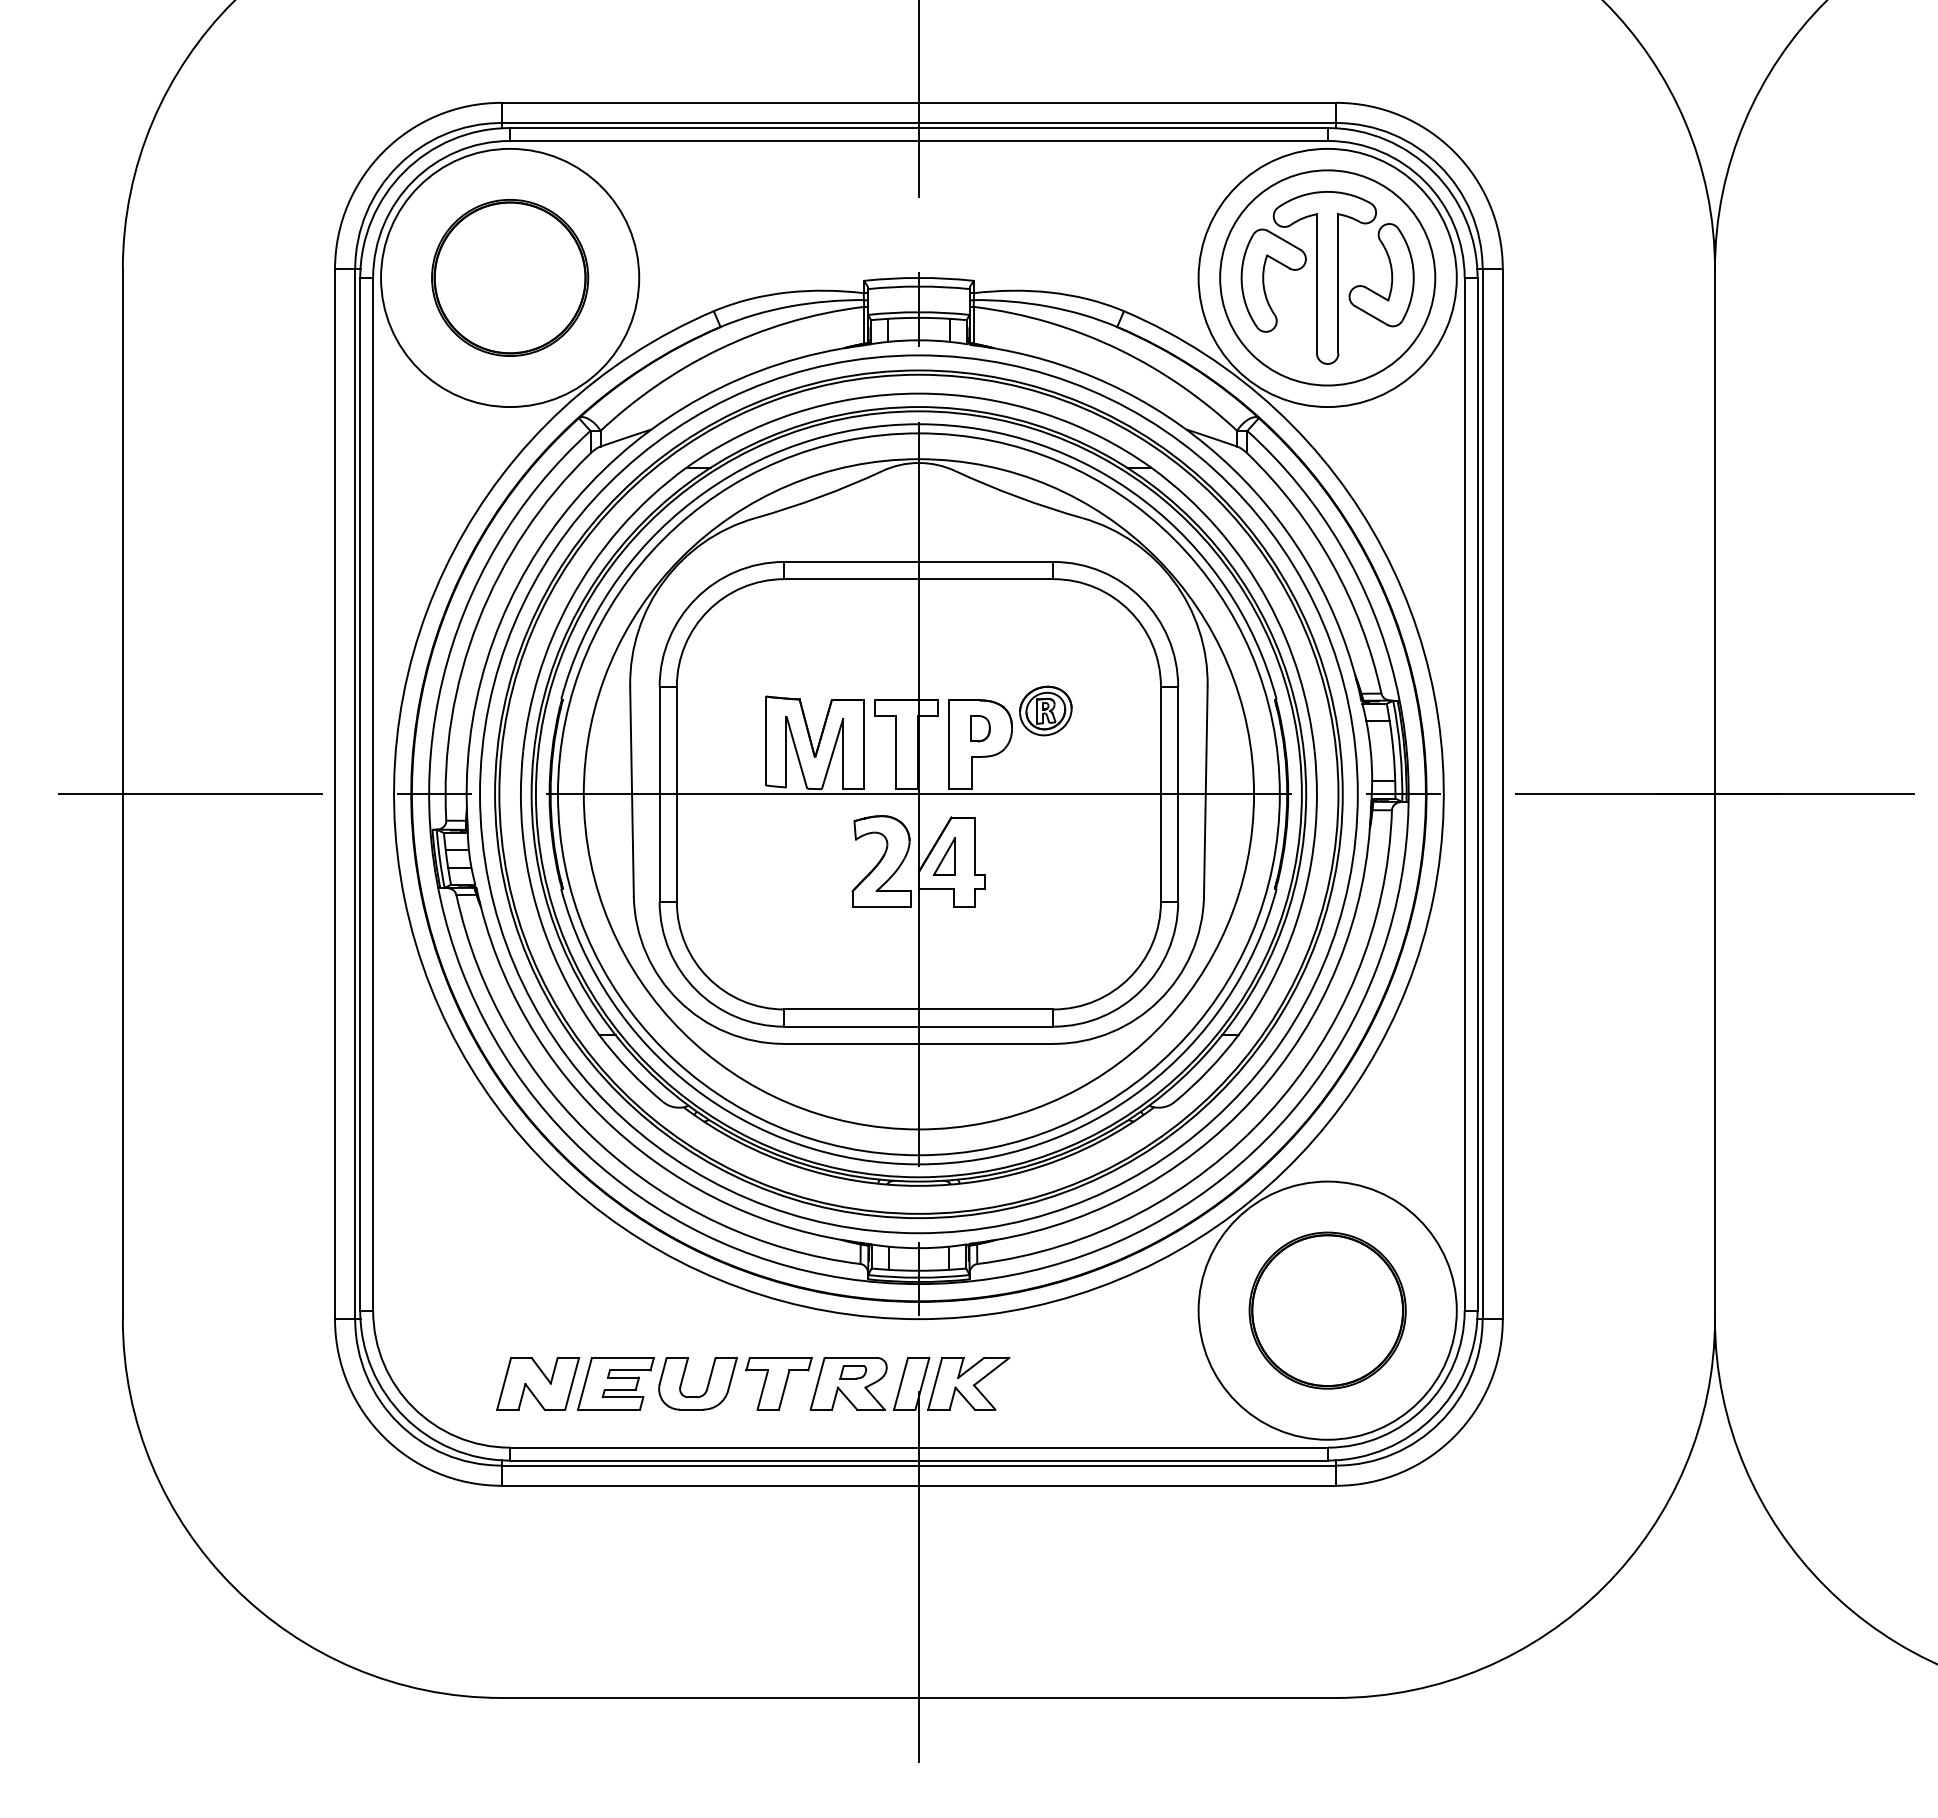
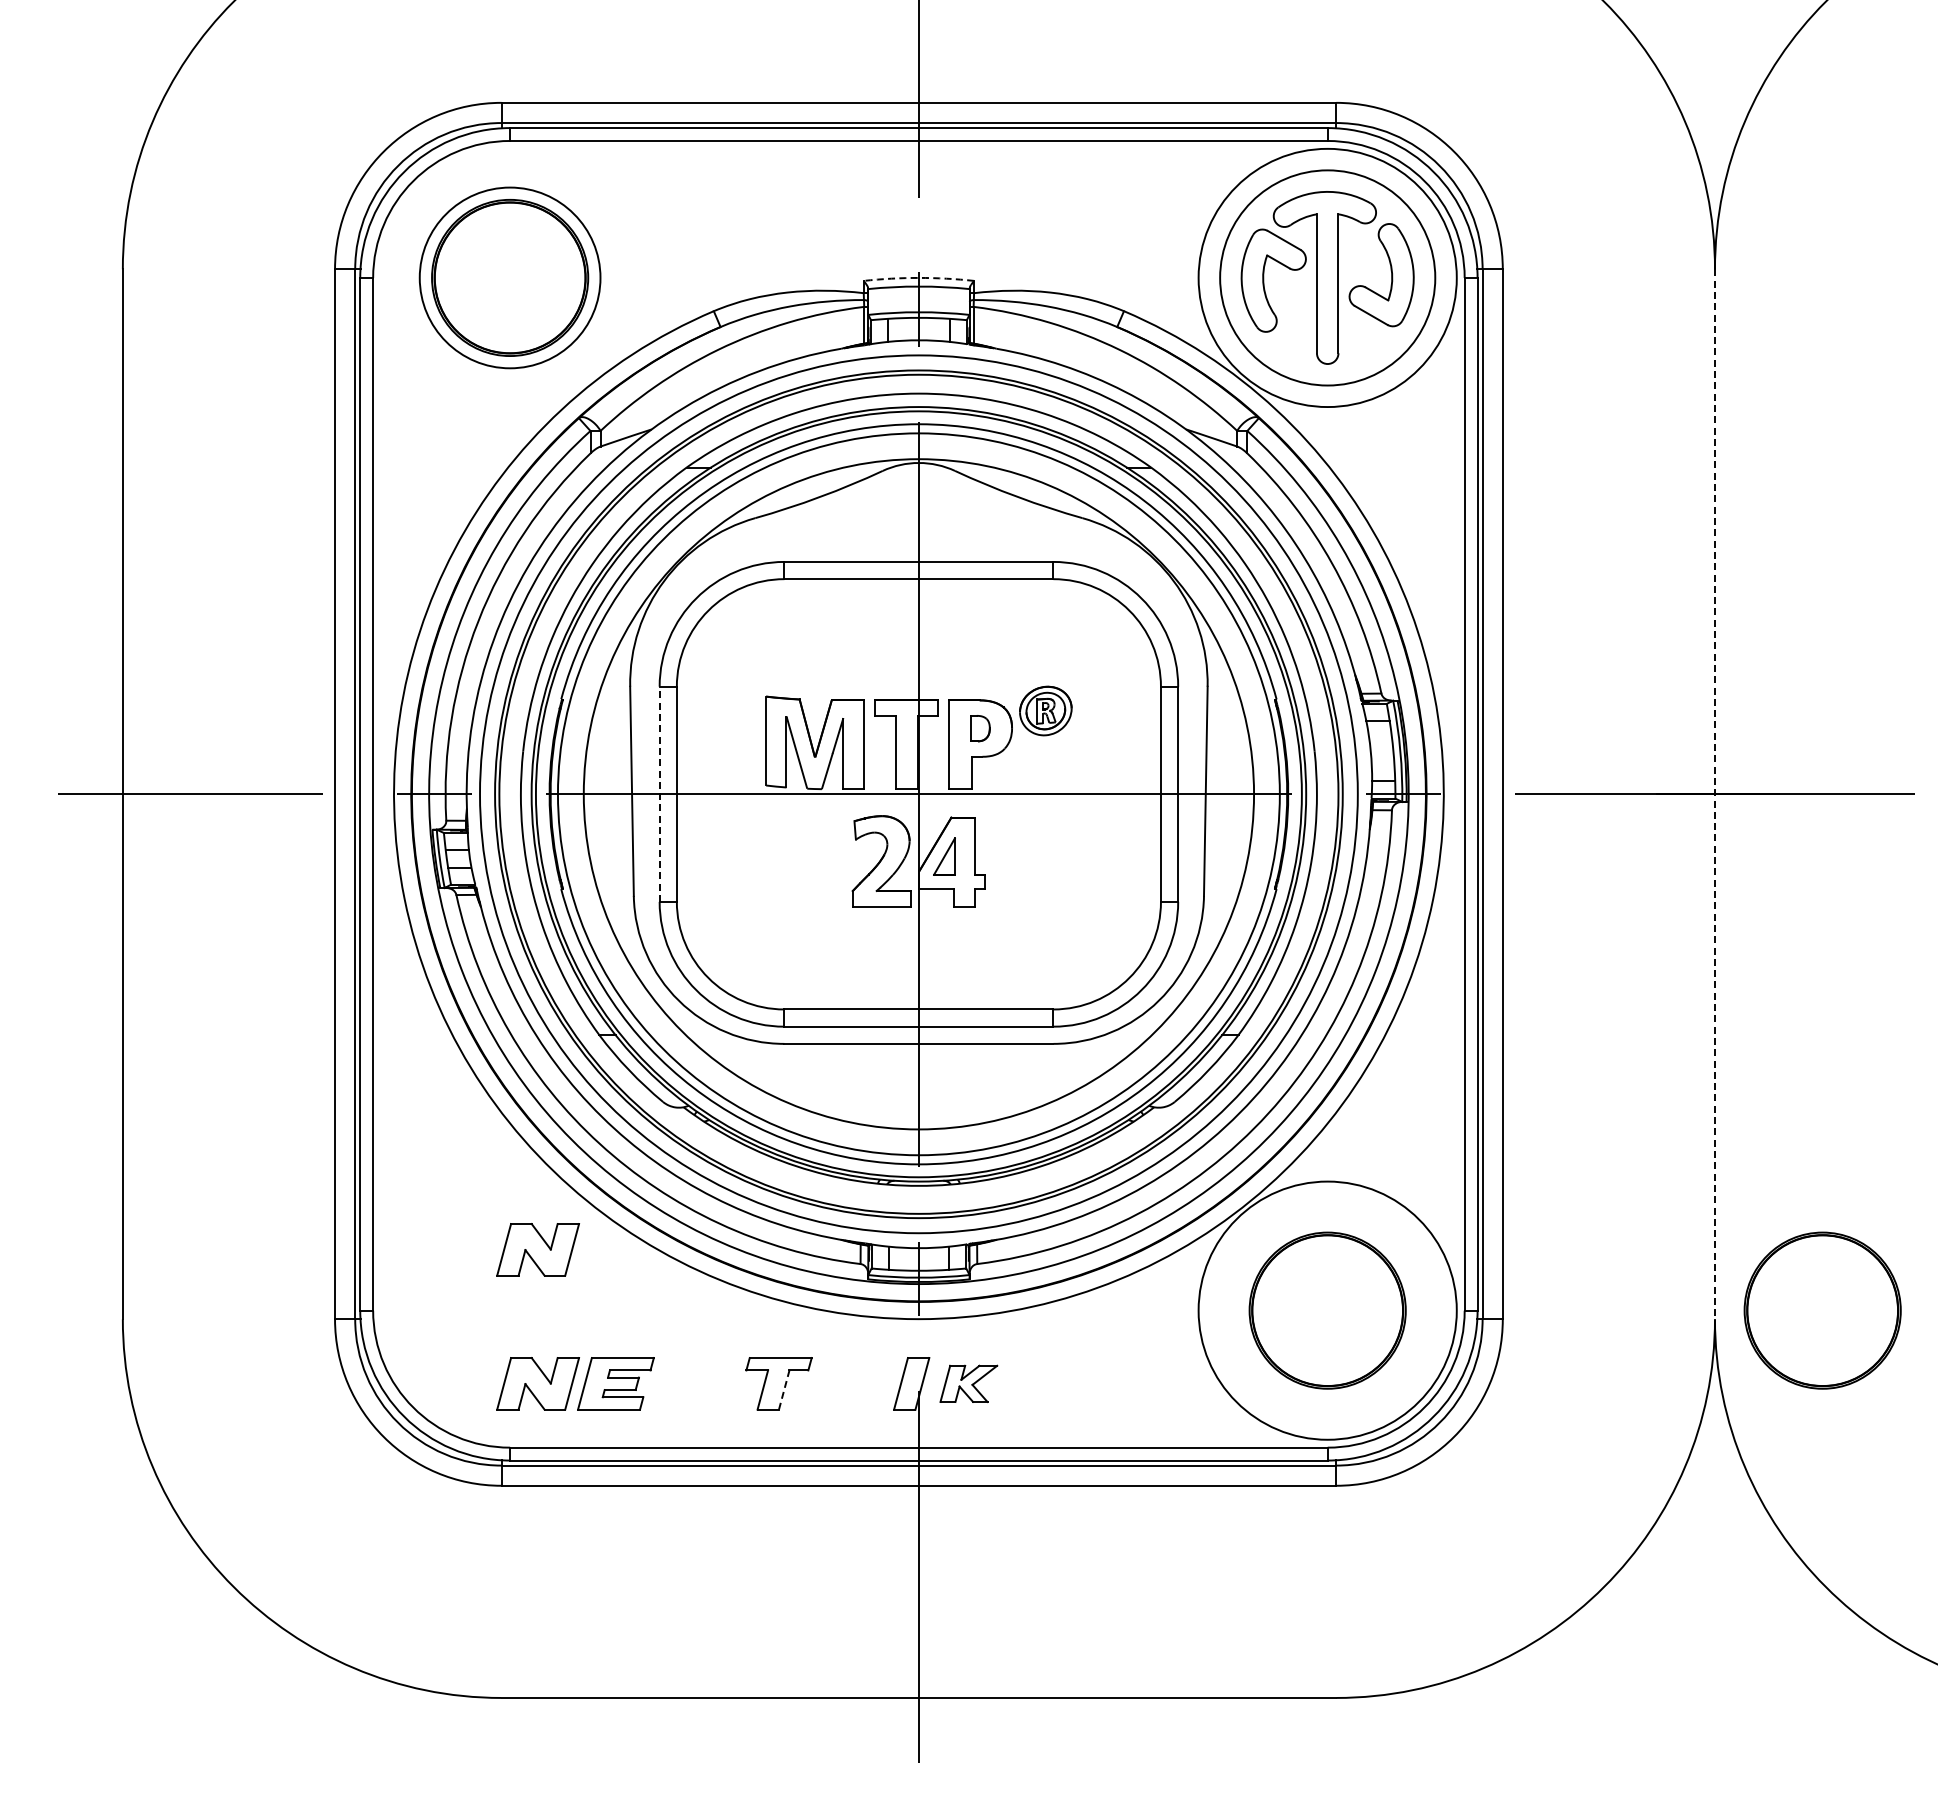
circle at (510, 277) diameter: 258 px -> 181 px
arc at (918, 277): solid -> dashed
line at (659, 794): solid -> dashed
line at (1714, 794): solid -> dashed
part at (537, 1249): none -> present
part at (1822, 1310): none -> present
part at (848, 1383): present -> none
part at (968, 1383) size: 84x54 px -> 60x39 px
part at (706, 1387): present -> none
line at (784, 1389): solid -> dashed
